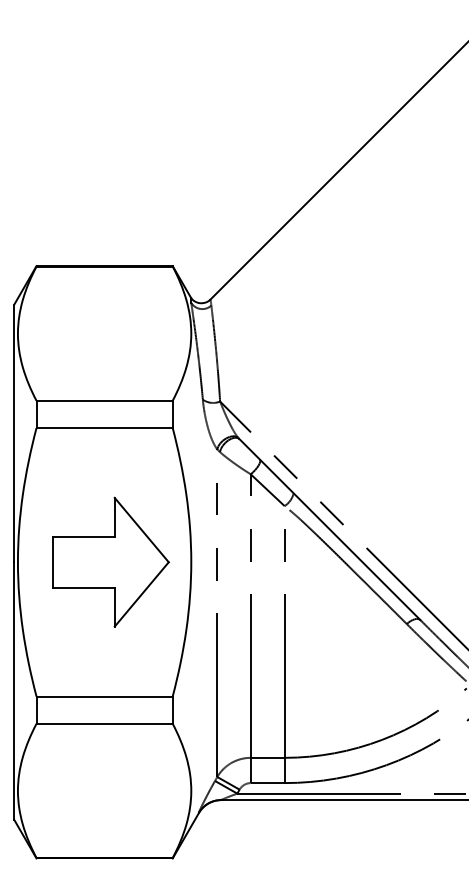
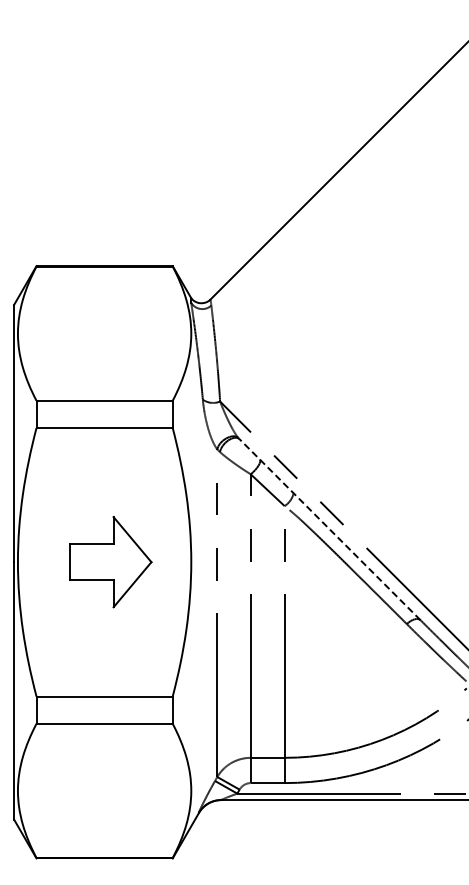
line at (329, 529): solid -> dashed
part at (110, 561) size: 118x132 px -> 84x93 px
